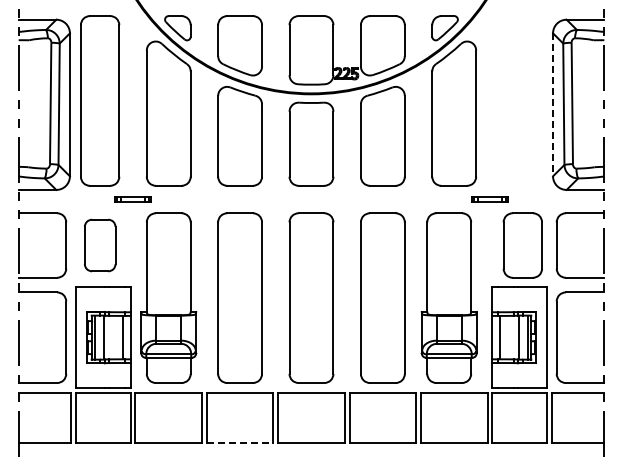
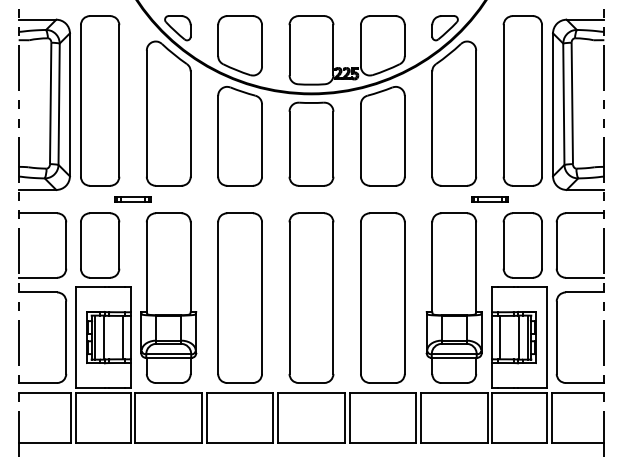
part at (522, 100): none -> present
line at (553, 105): dashed -> solid
part at (100, 245) size: 33x55 px -> 41x67 px
part at (448, 297) position: (448, 297) -> (453, 297)
line at (240, 442): dashed -> solid
